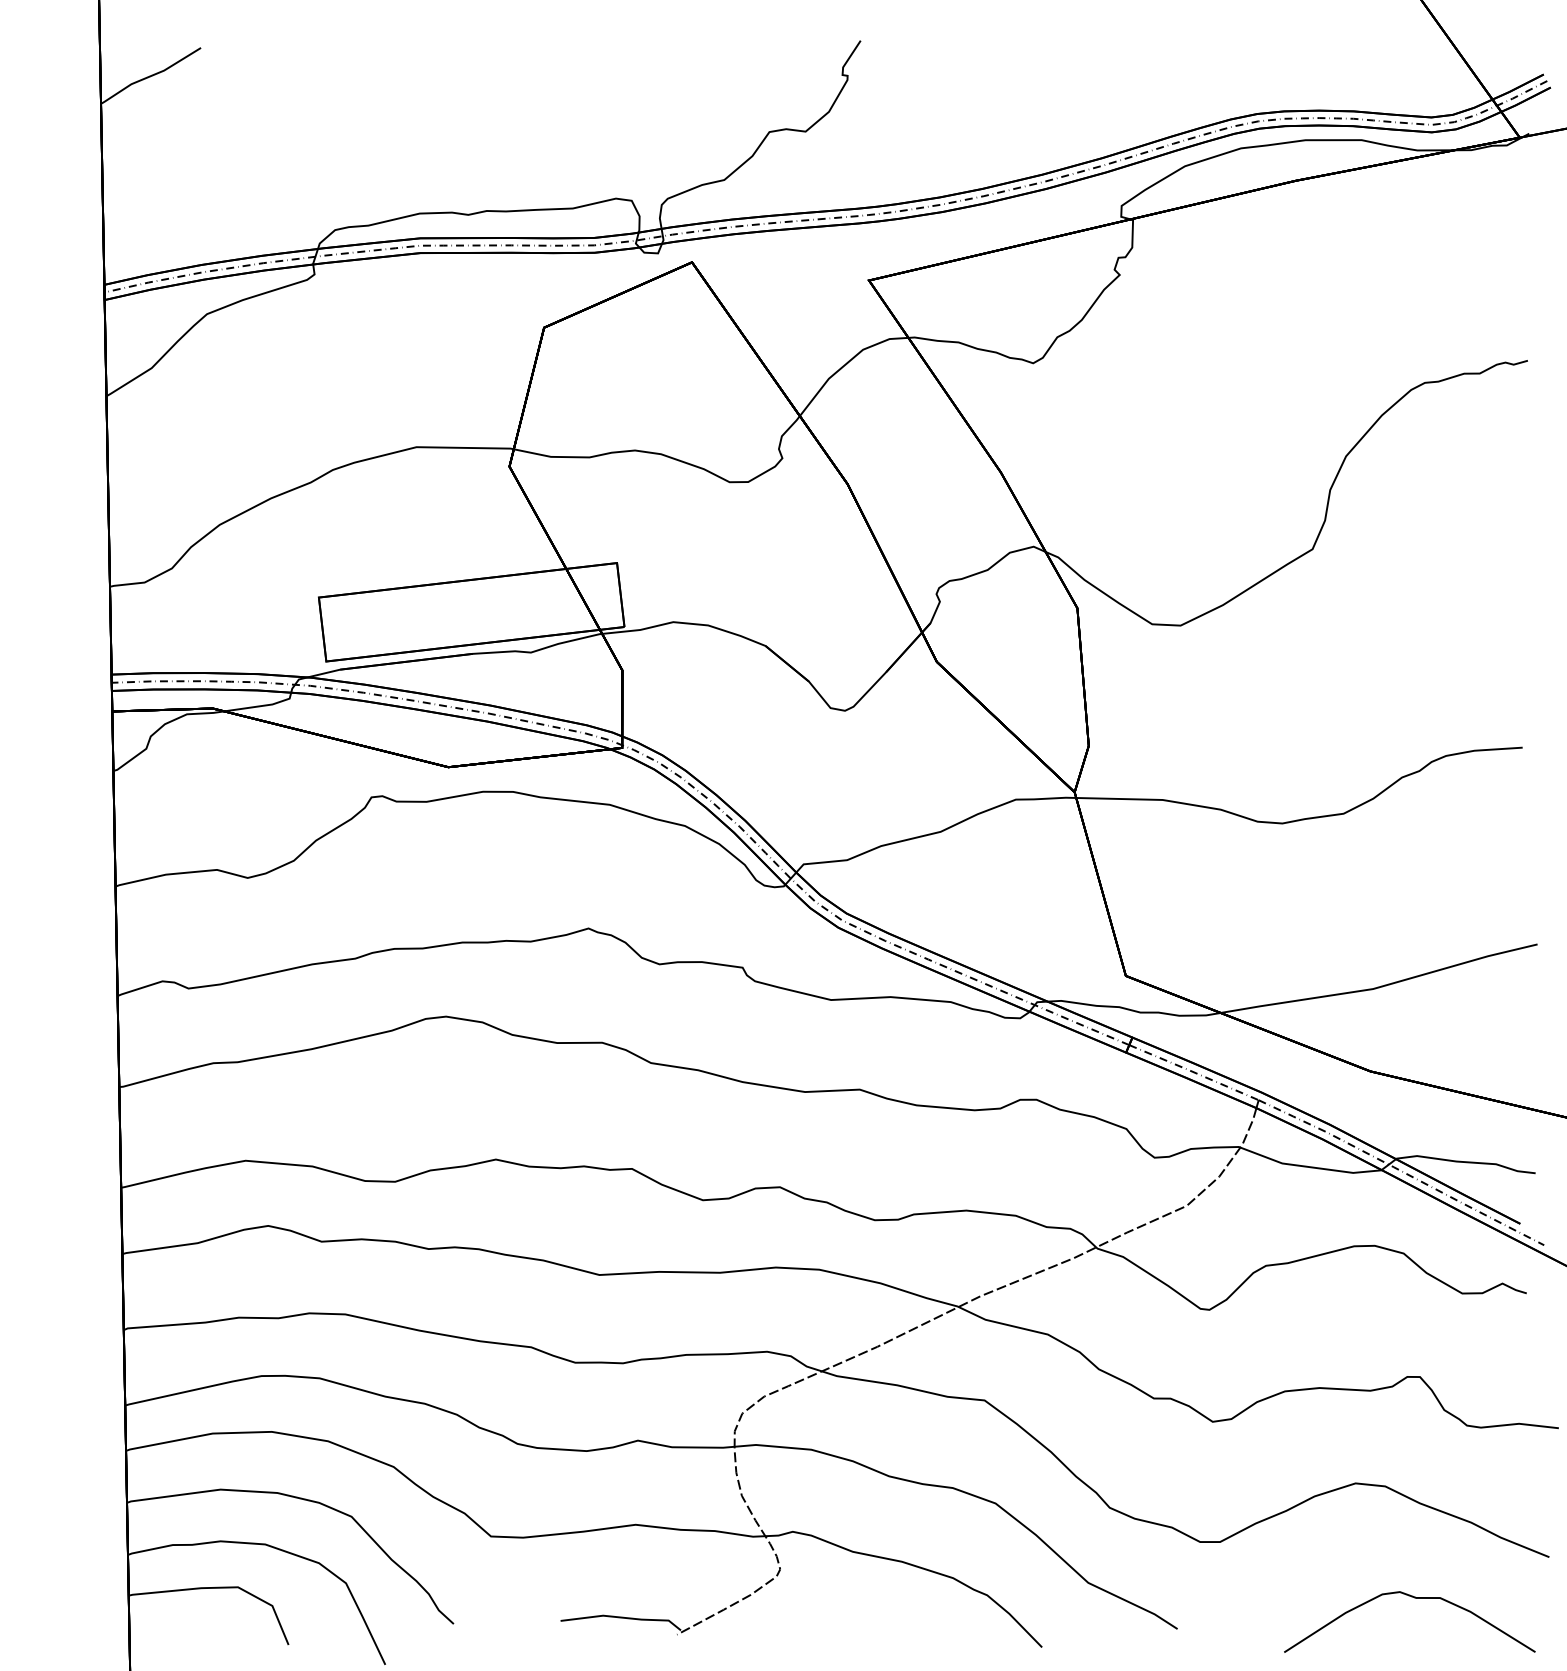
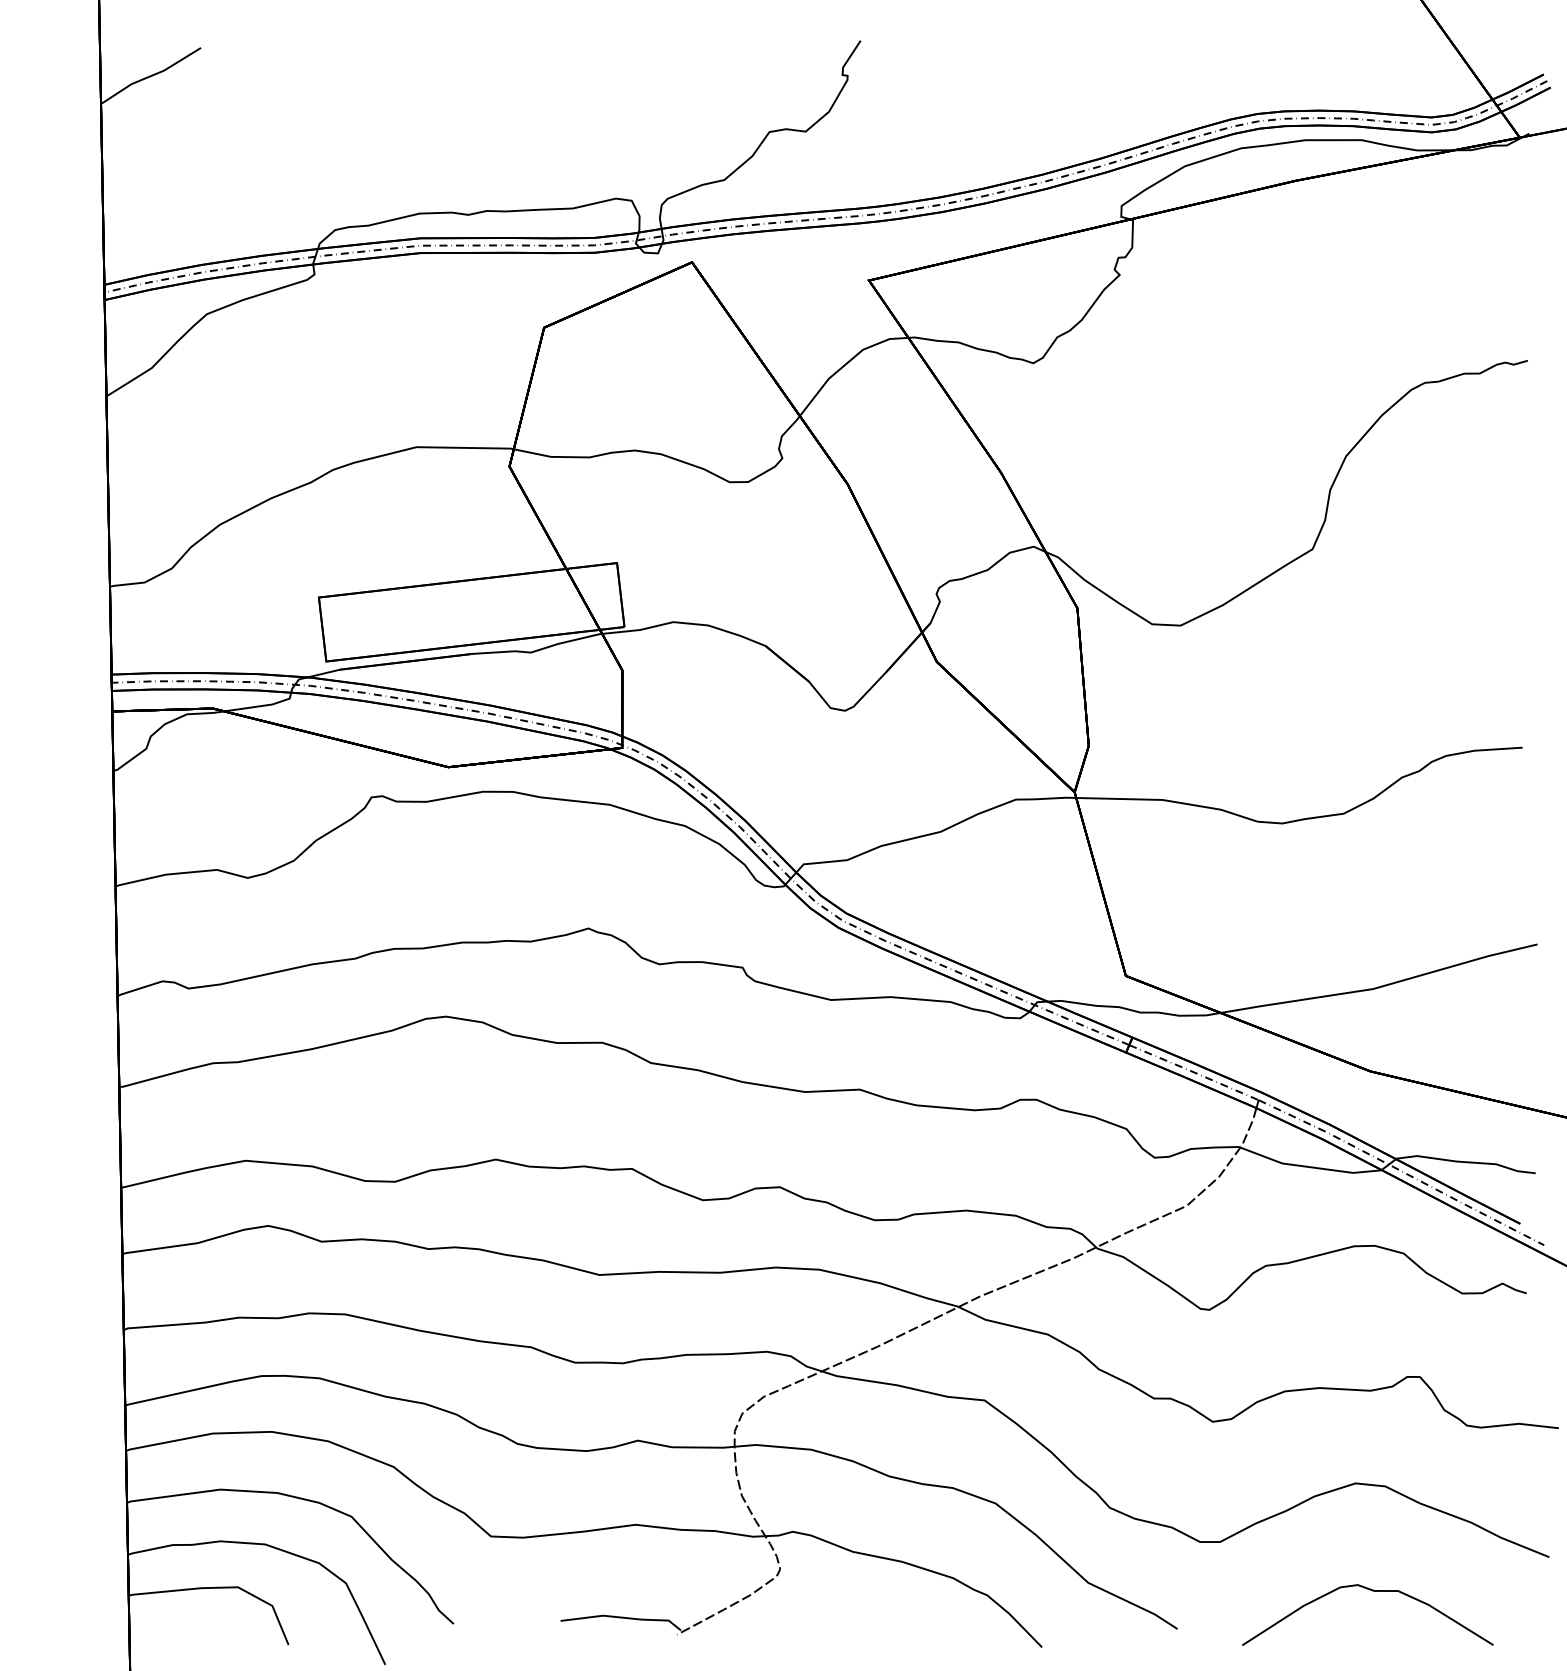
curve at (1414, 1598) position: (1414, 1598) -> (1372, 1591)
